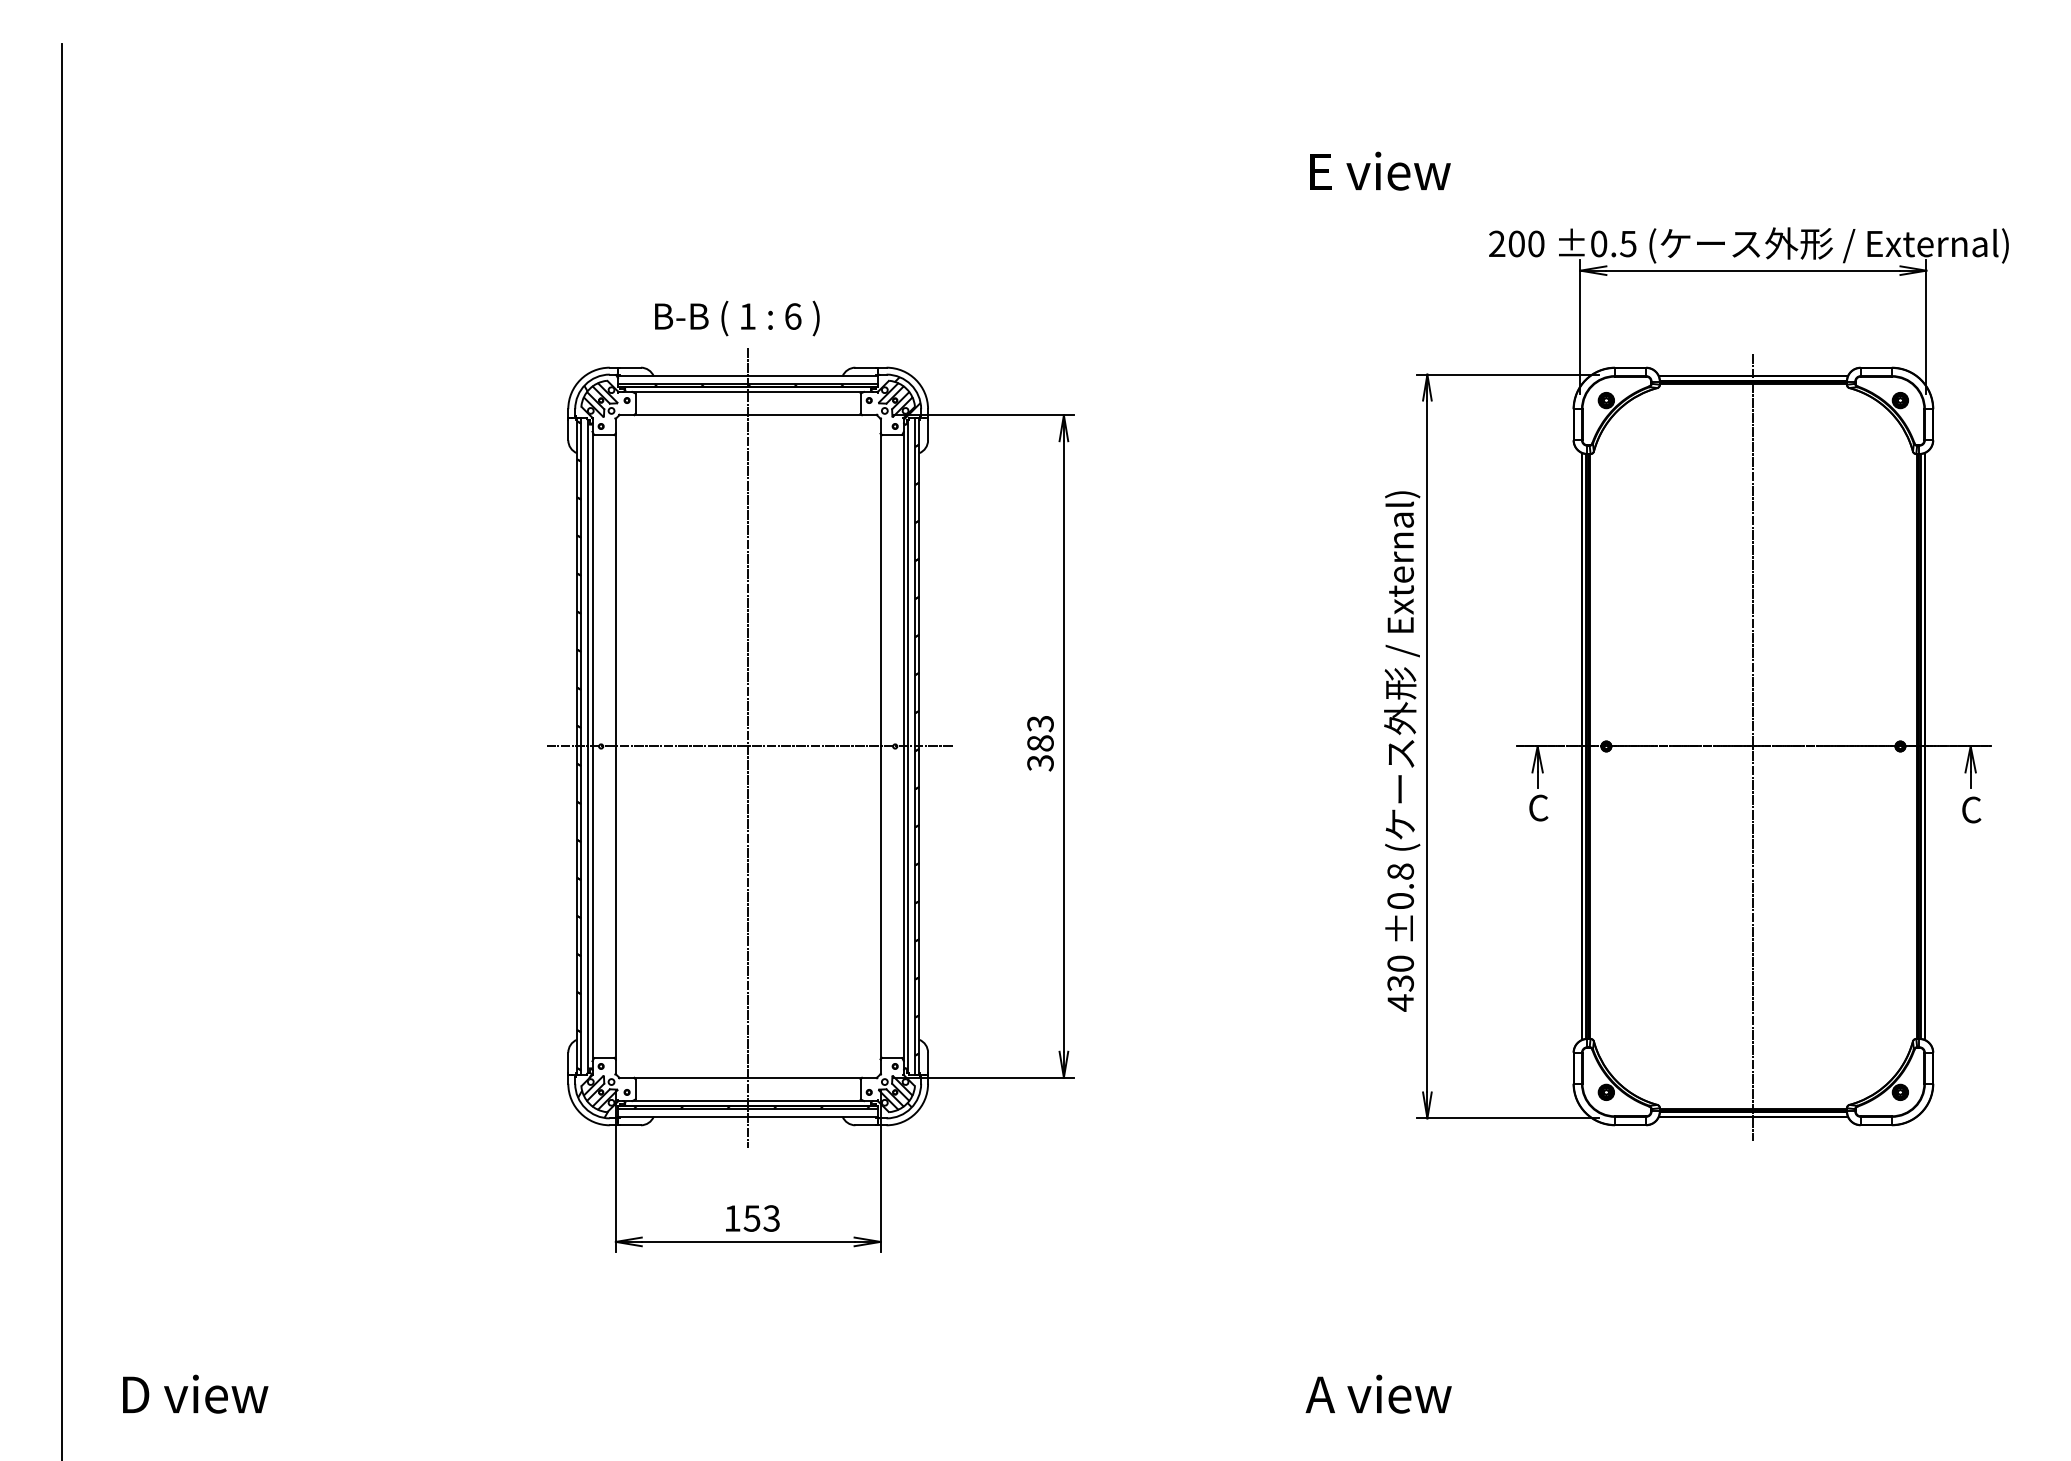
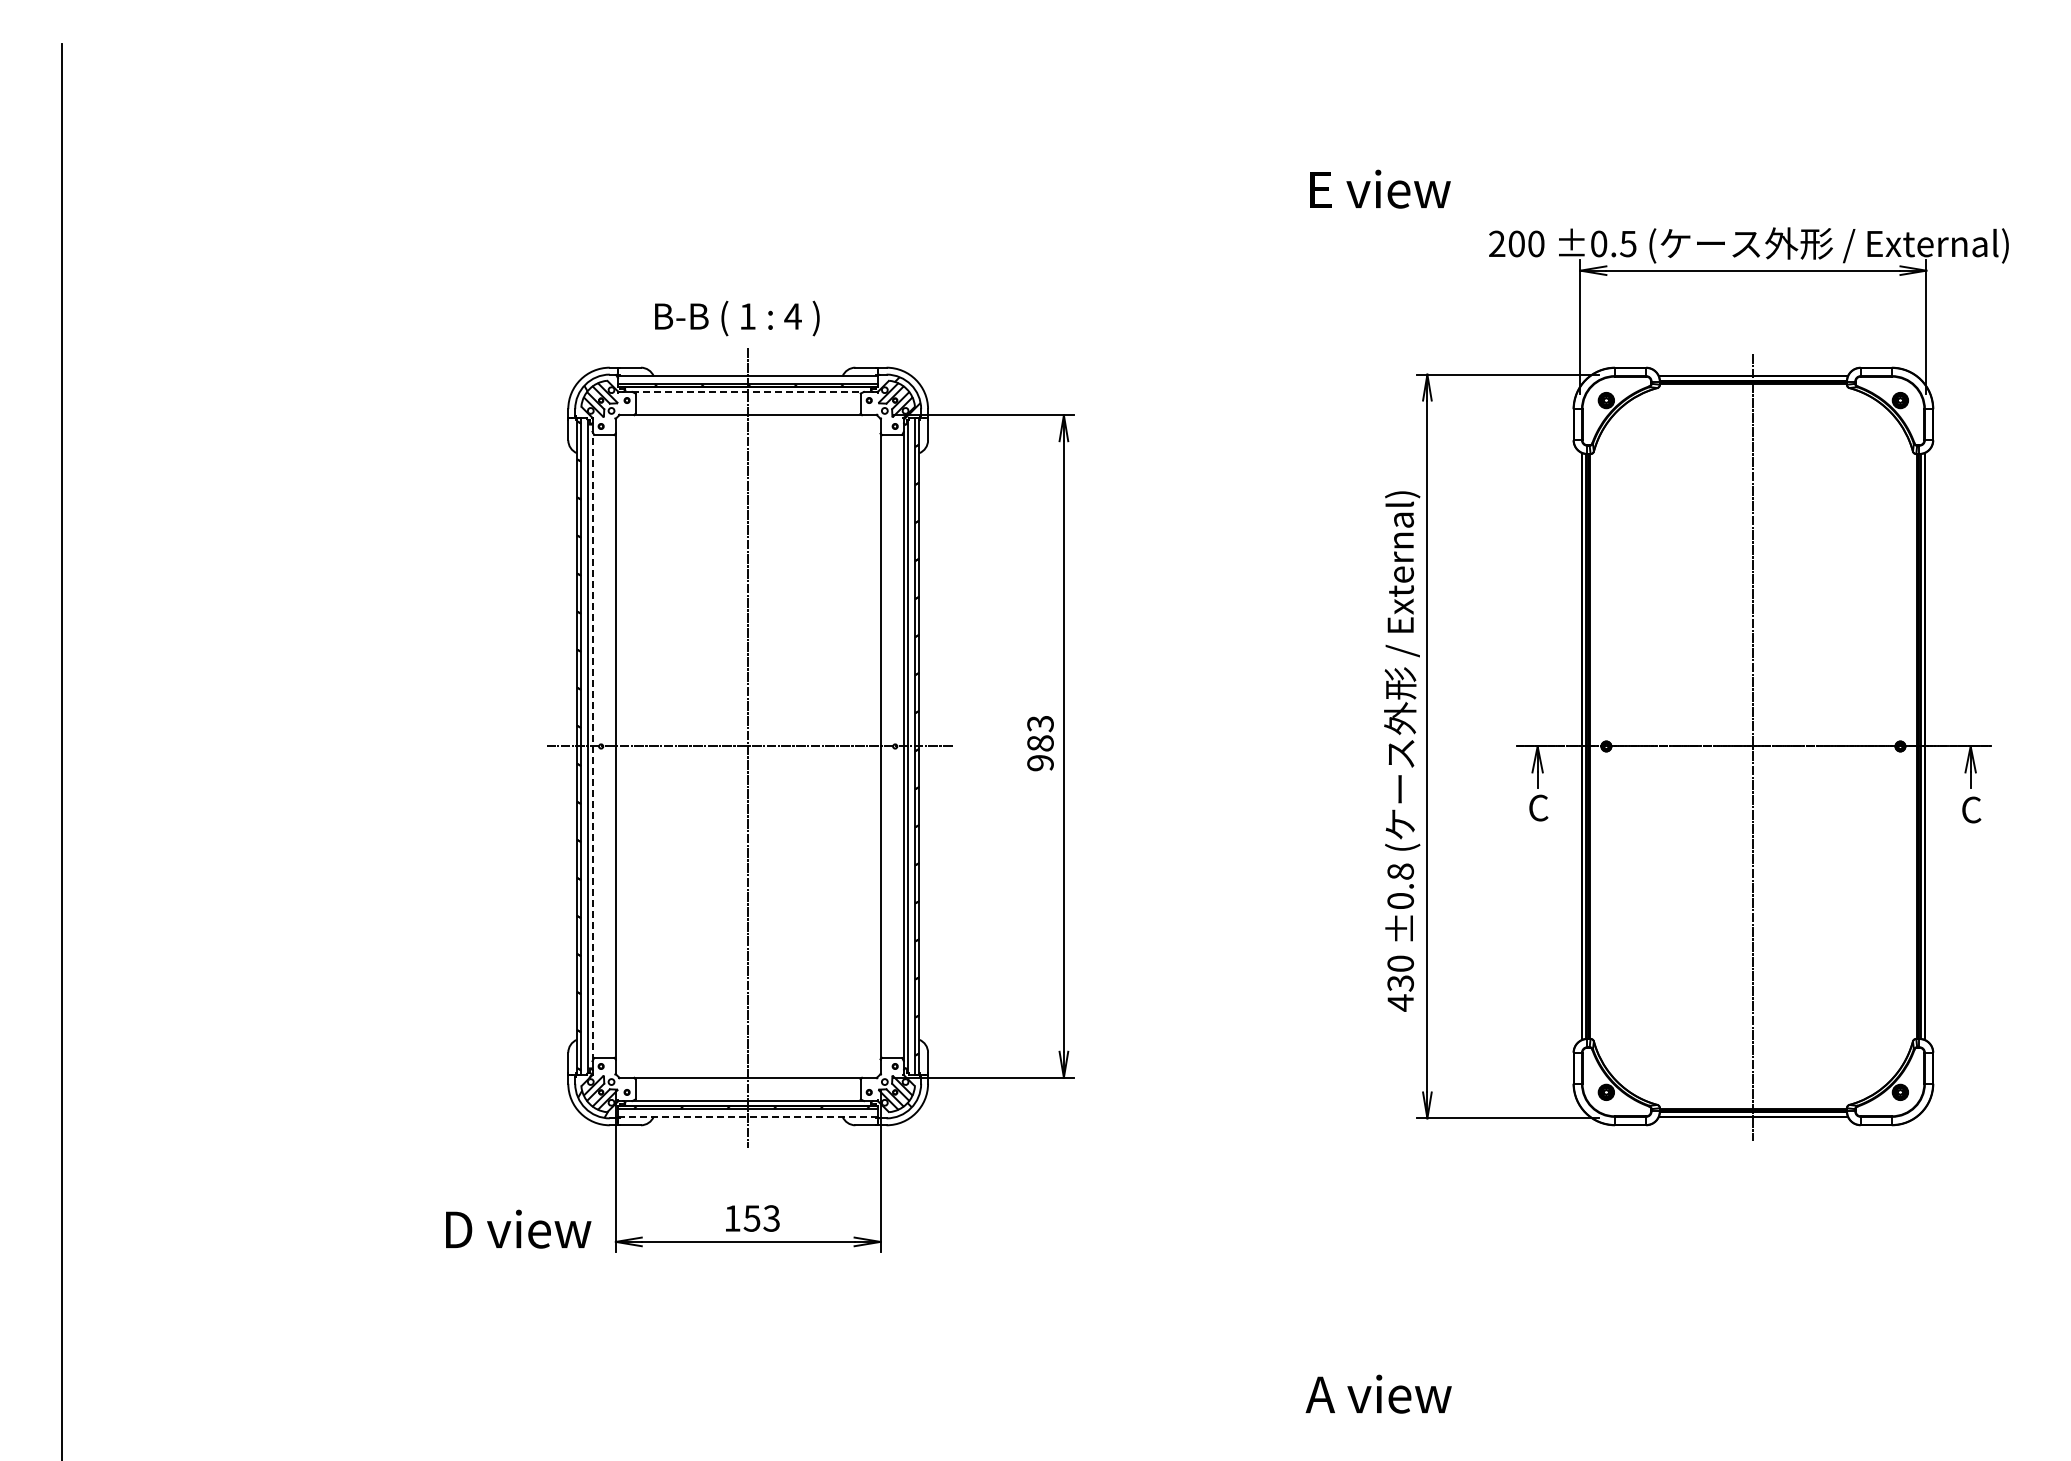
text at (1380, 170) position: (1380, 170) -> (1380, 188)
text at (792, 316): 6 -> 4
line at (748, 391): solid -> dashed
line at (592, 746): solid -> dashed
text at (1040, 763): 383 -> 983
line at (748, 1116): solid -> dashed
text at (195, 1393) position: (195, 1393) -> (518, 1228)
